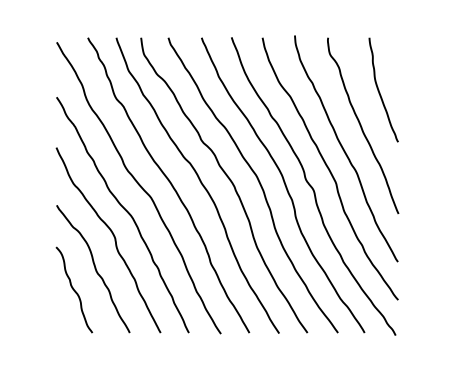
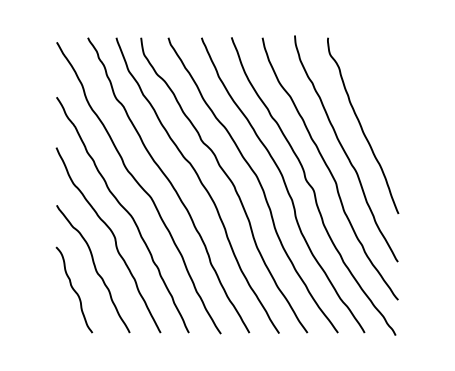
curve at (379, 89): present -> none
